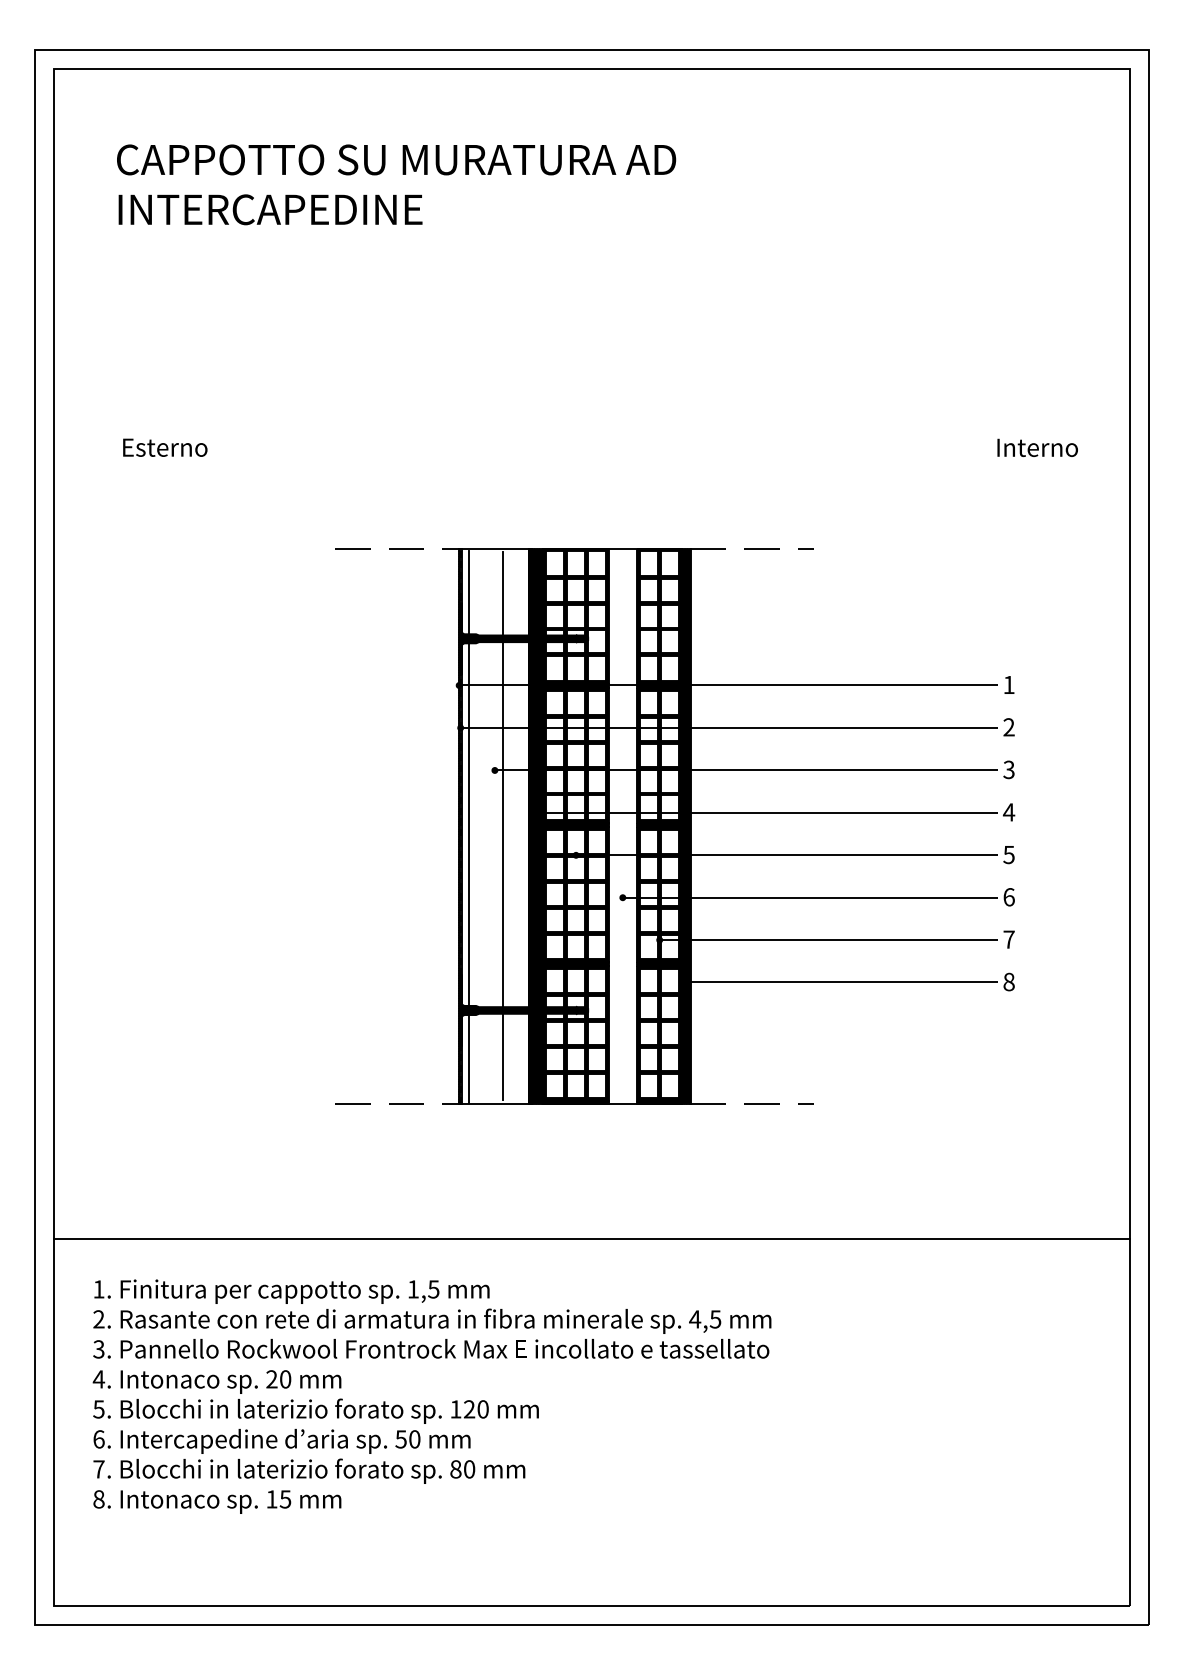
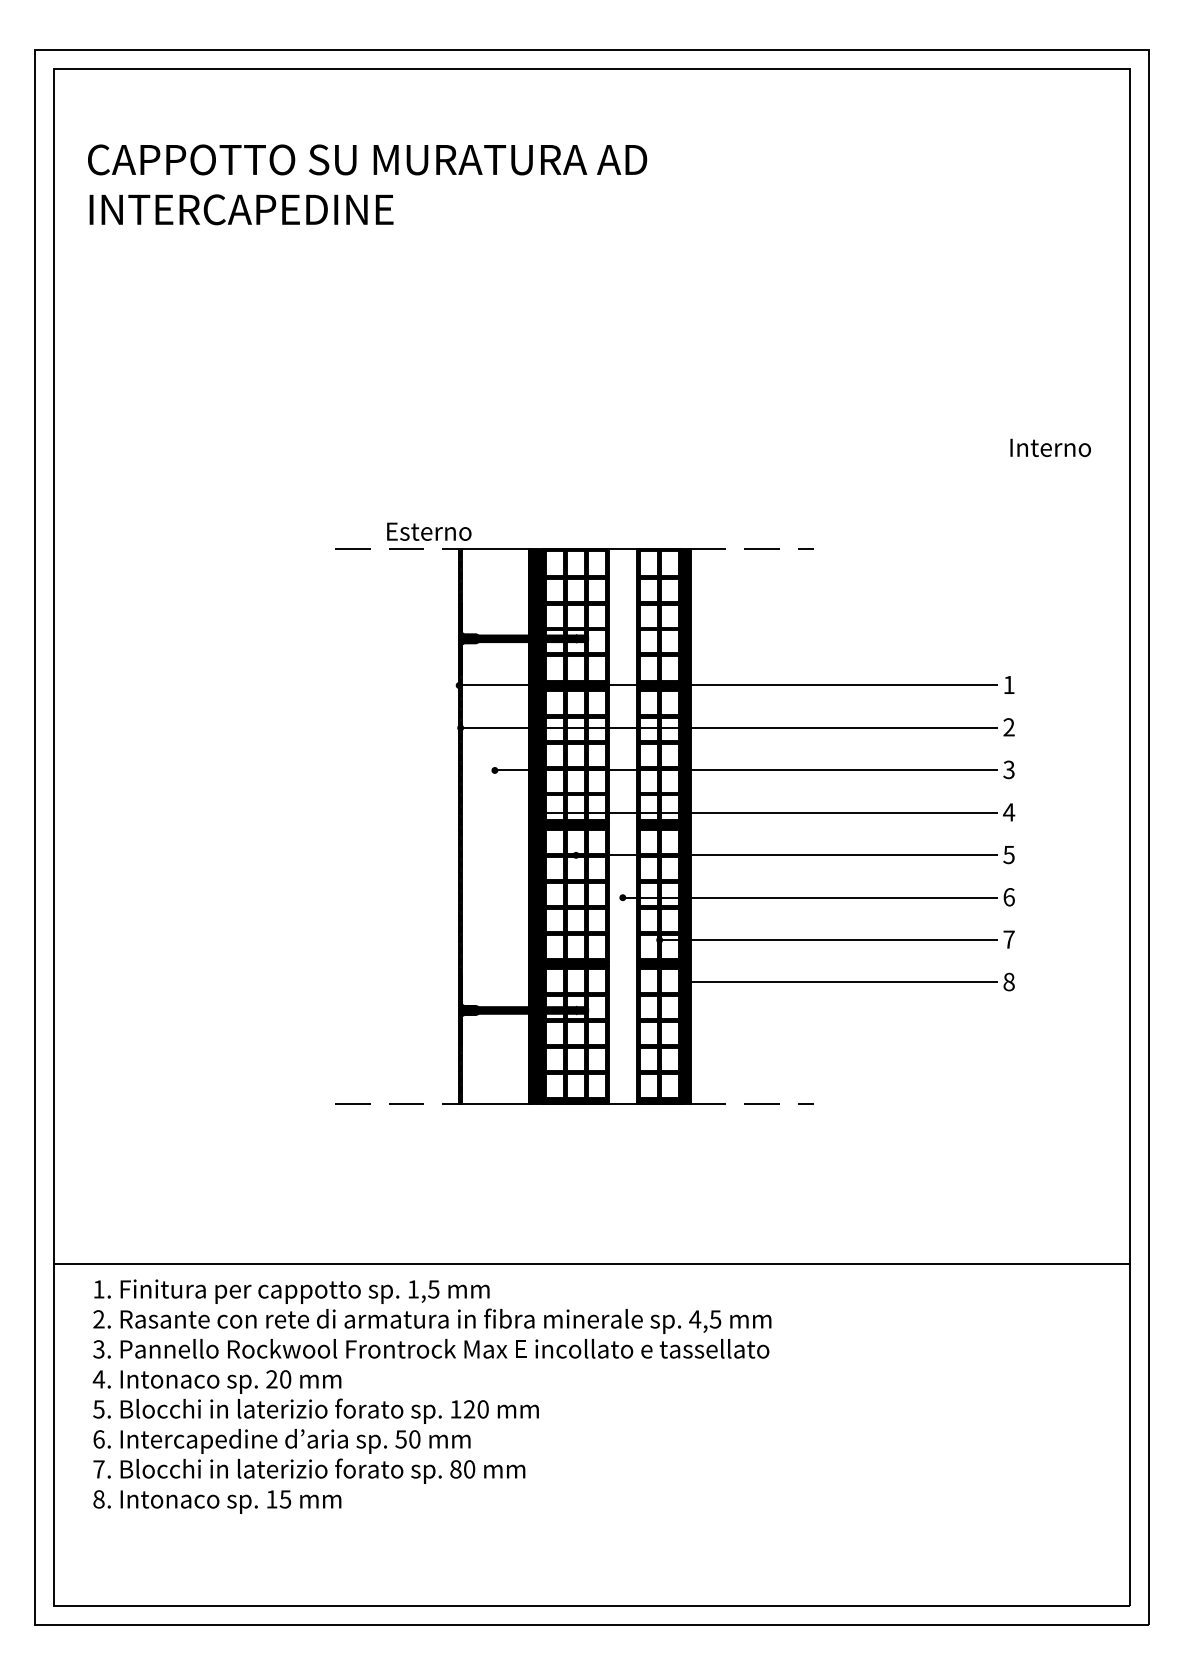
text at (396, 184) position: (396, 184) -> (367, 184)
text at (165, 447) position: (165, 447) -> (429, 531)
text at (1037, 447) position: (1037, 447) -> (1050, 447)
line at (503, 825): present -> none
line at (469, 826): present -> none
line at (591, 1239) position: (591, 1239) -> (591, 1264)
